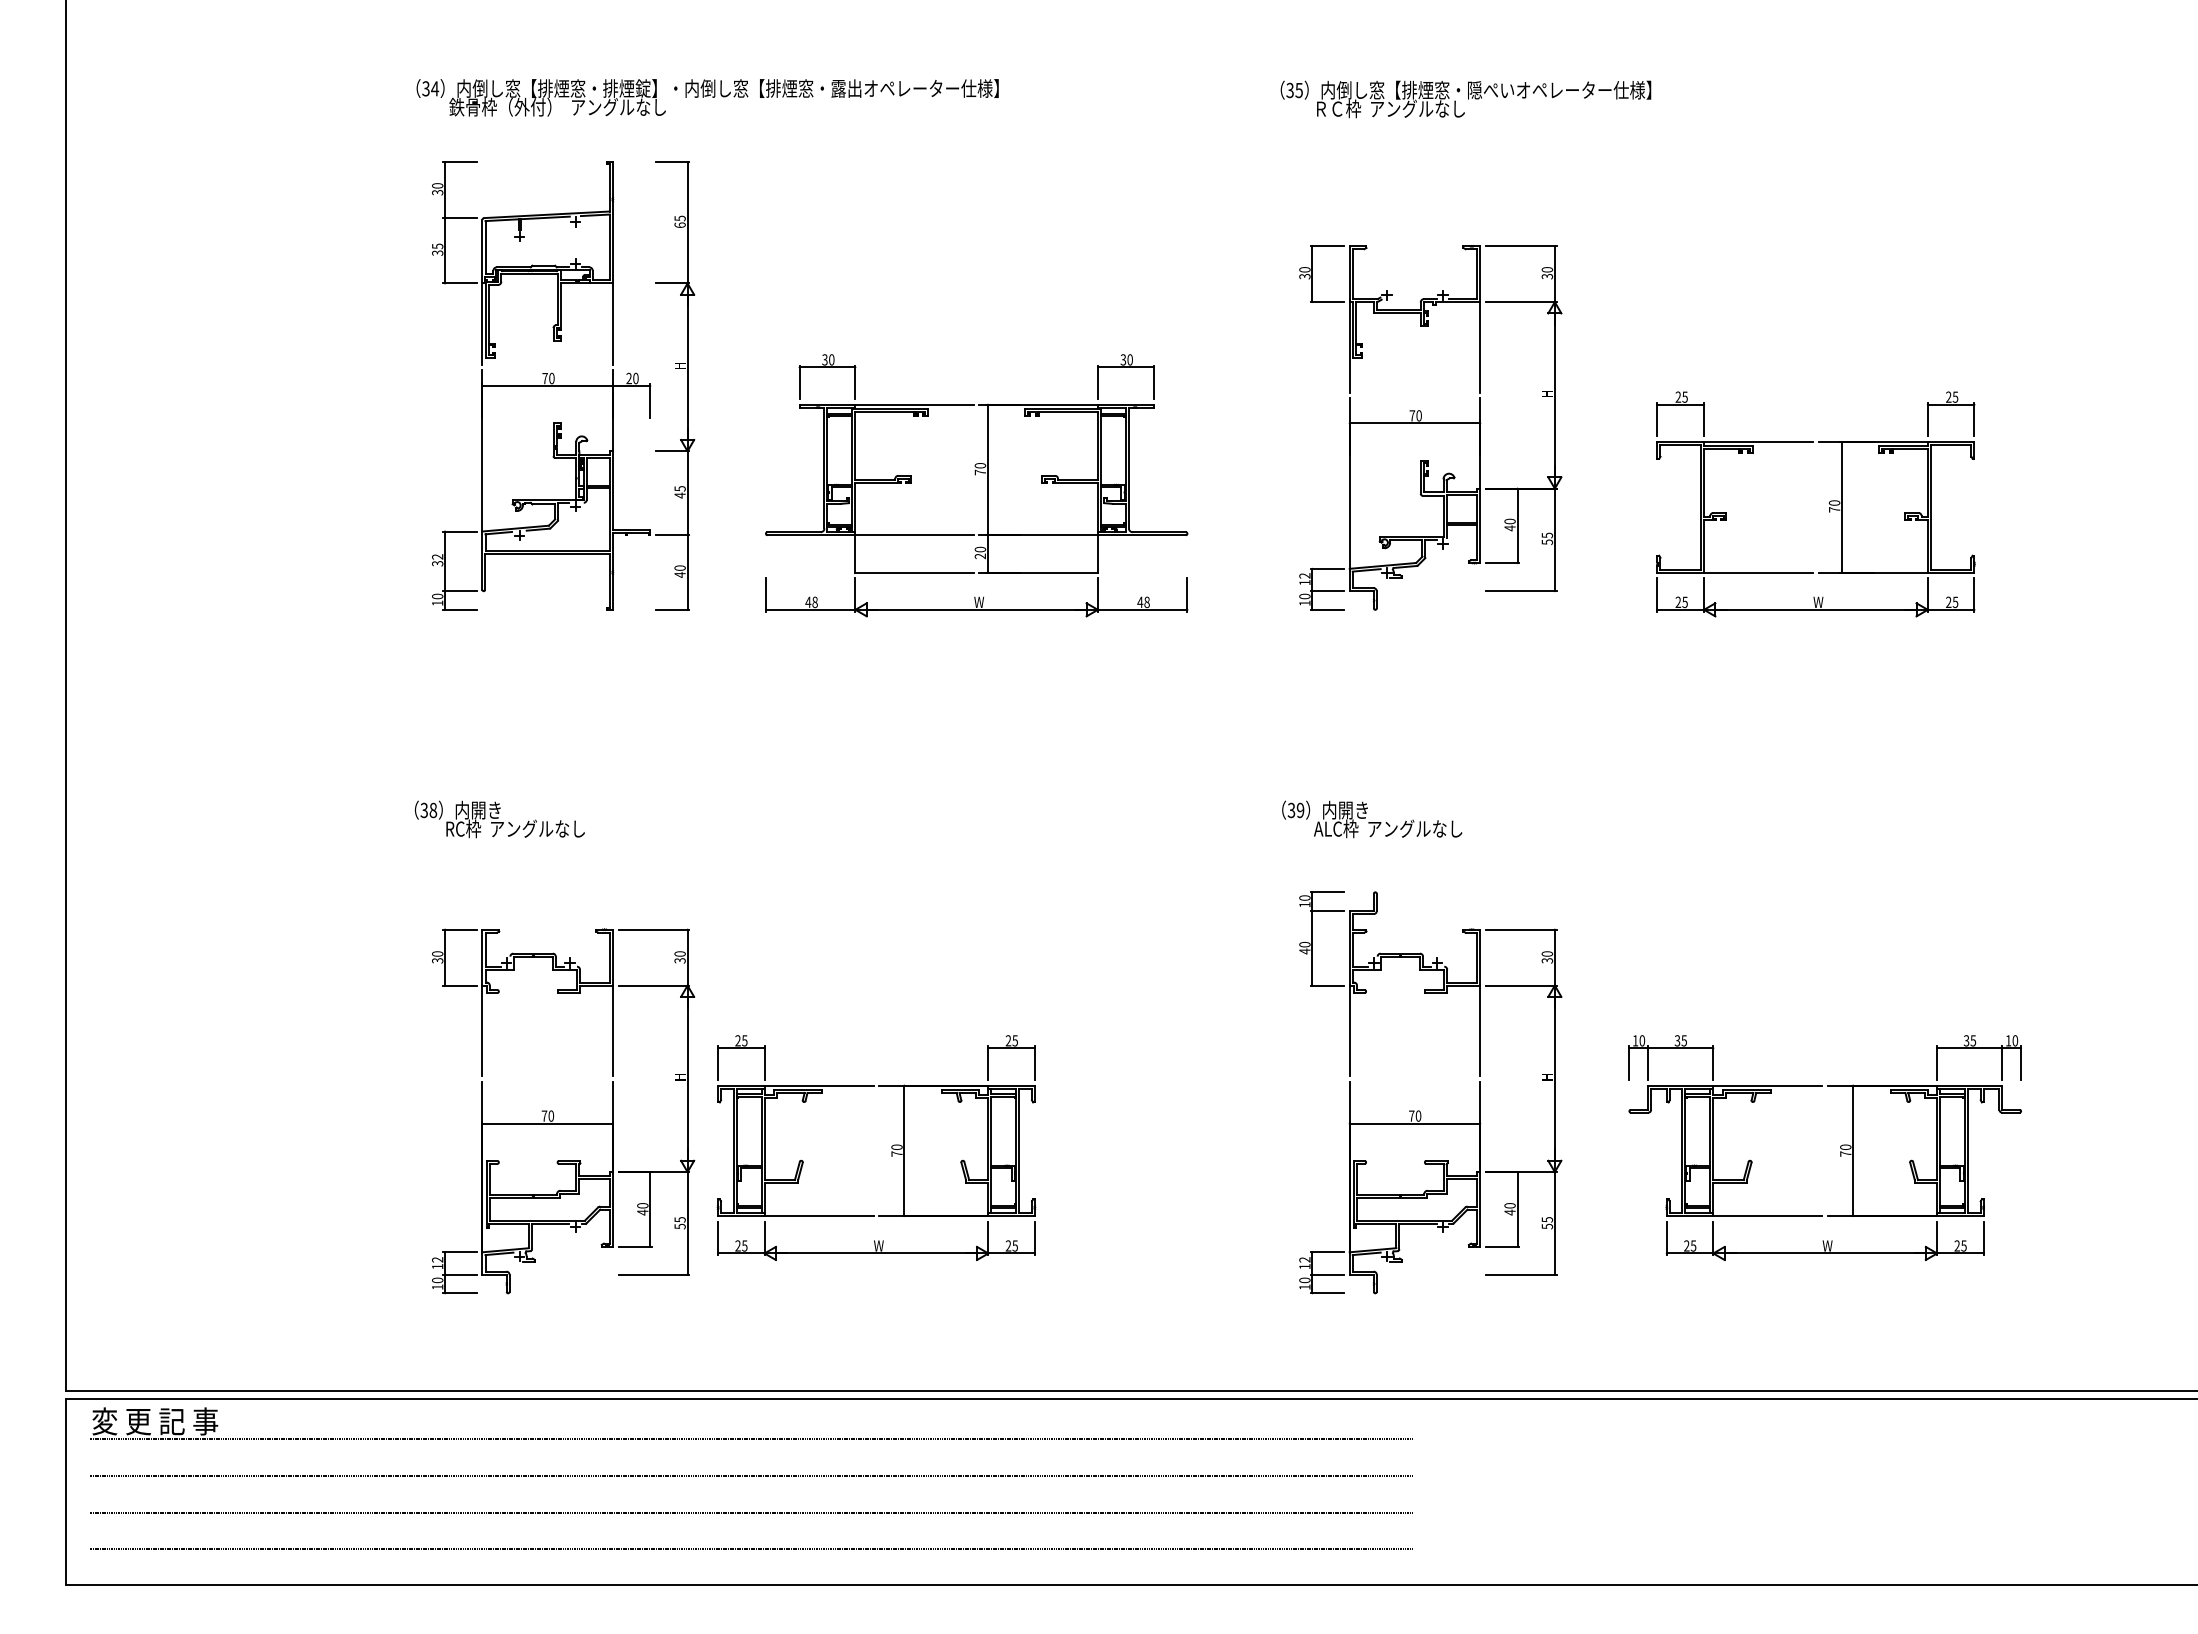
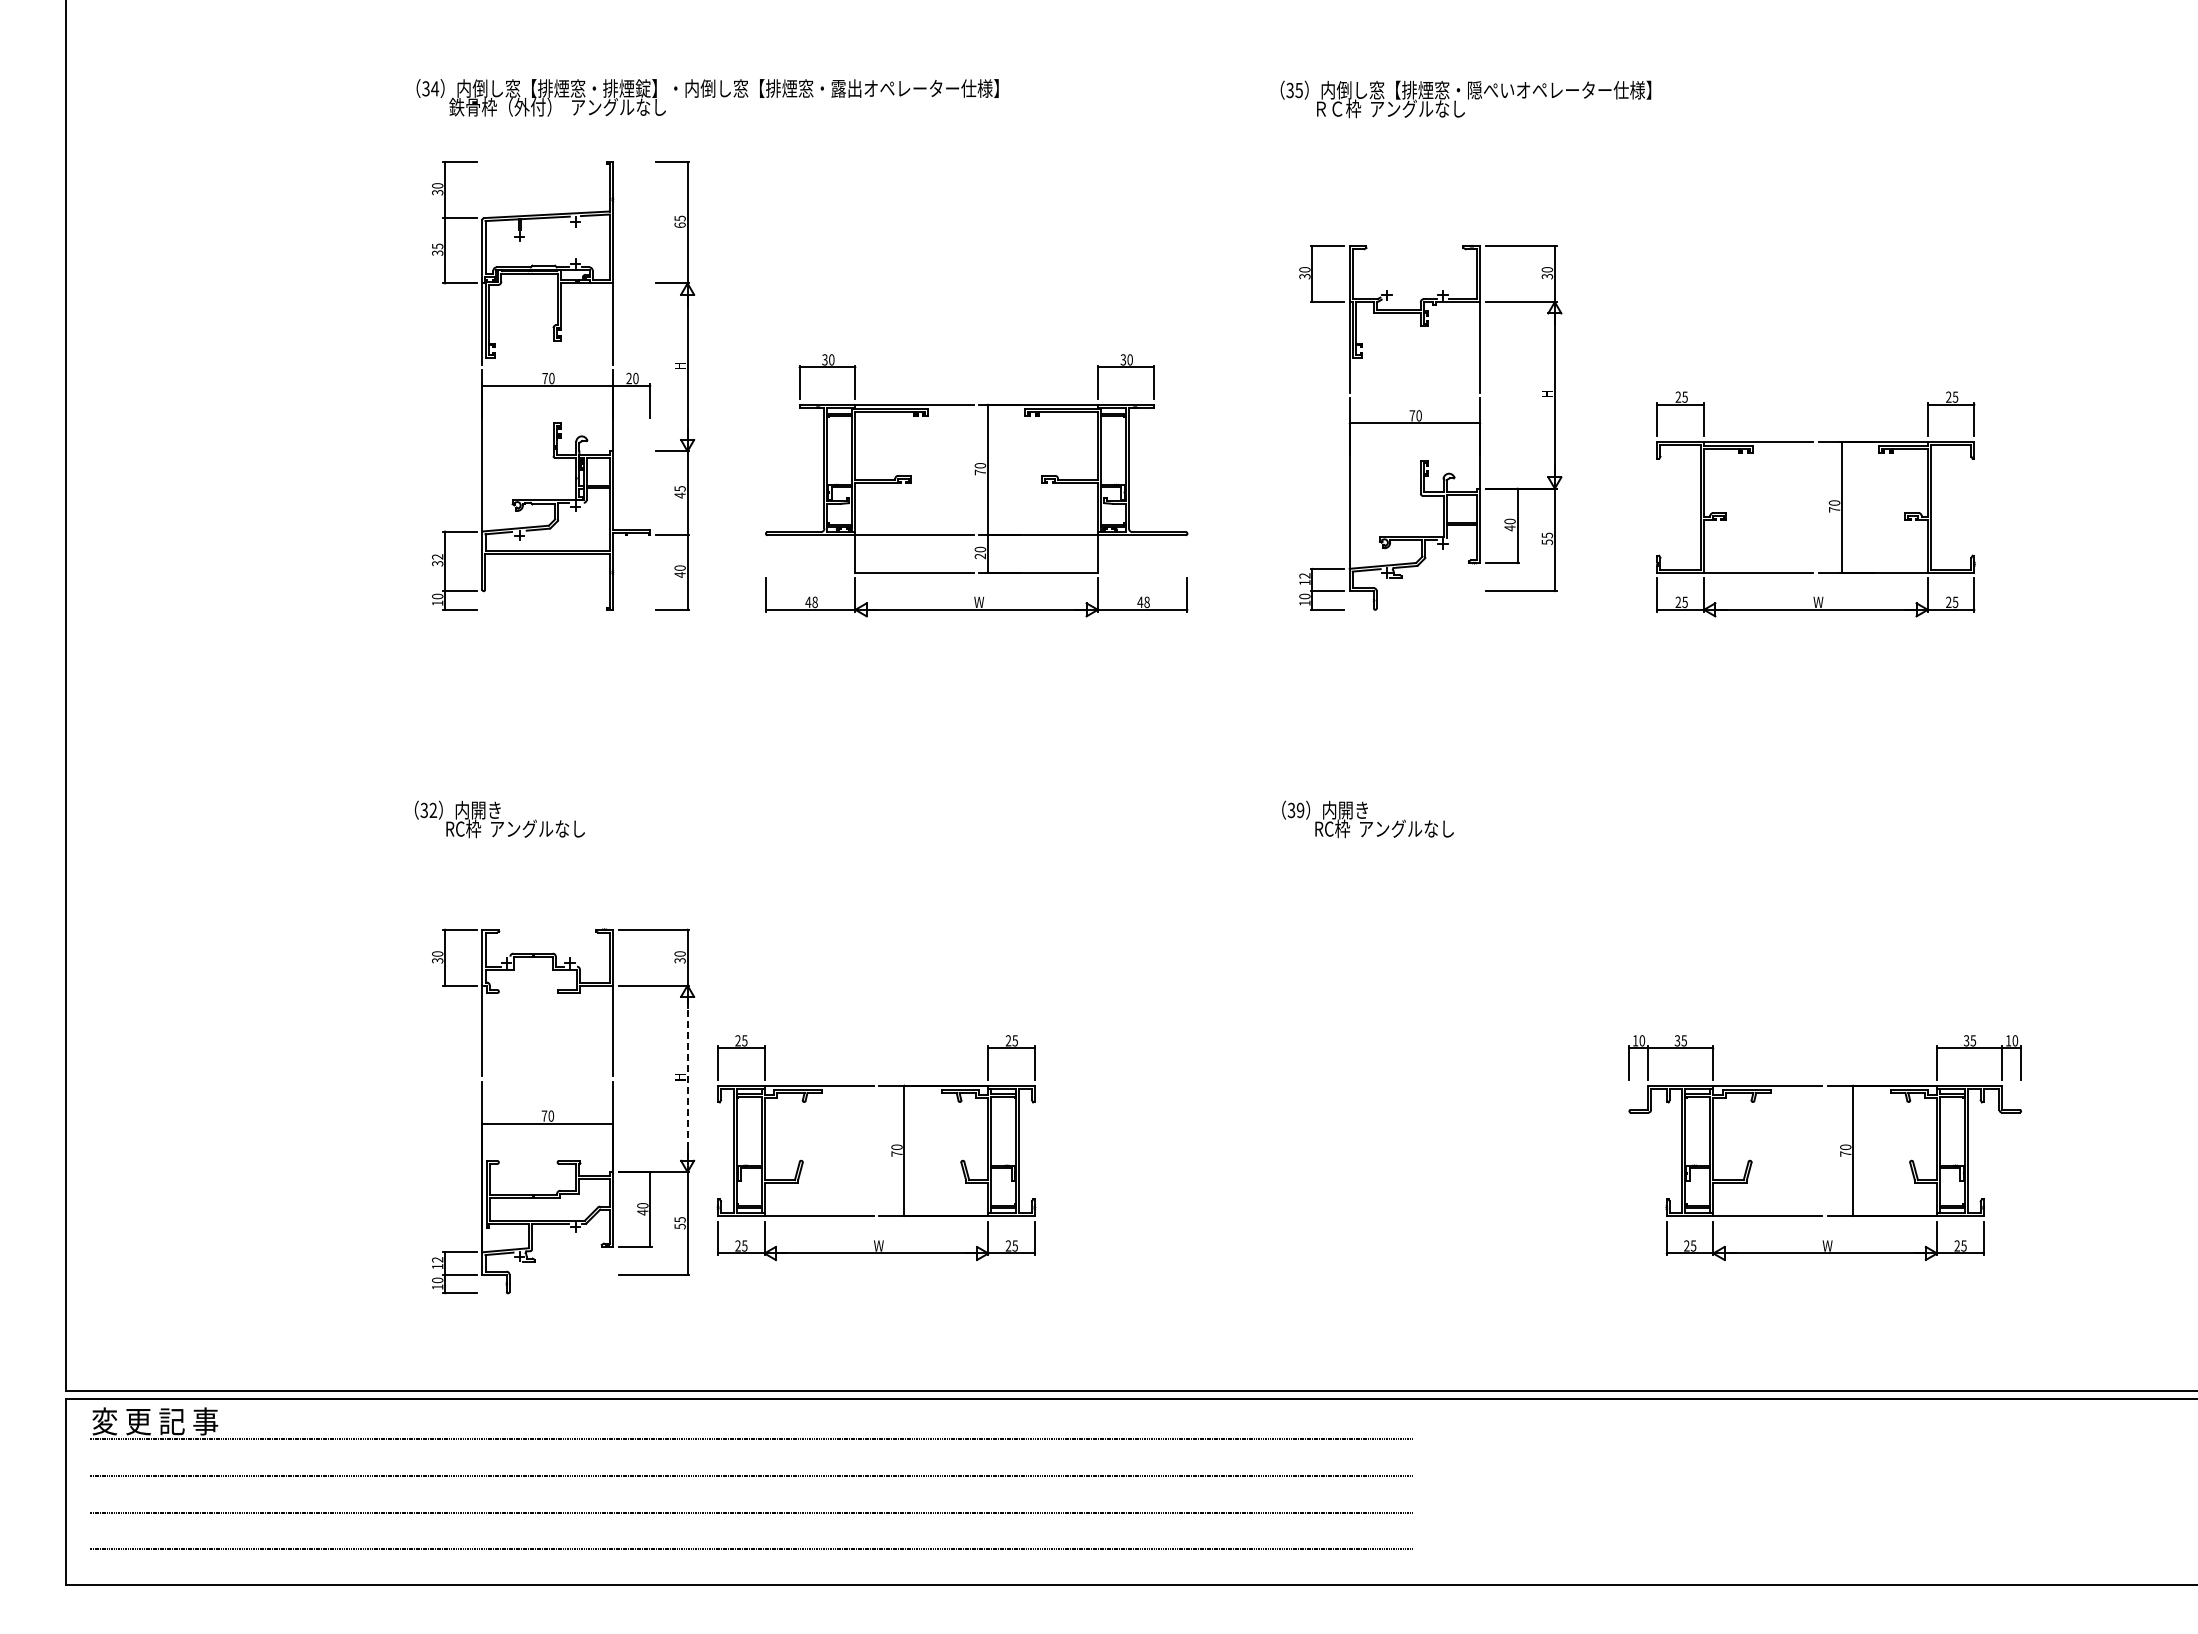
text at (433, 810): 38 -> 32
text at (1388, 828): ALC枠  アングルなし -> RC枠  アングルなし
line at (687, 1079): solid -> dashed
part at (1419, 1110): present -> none
